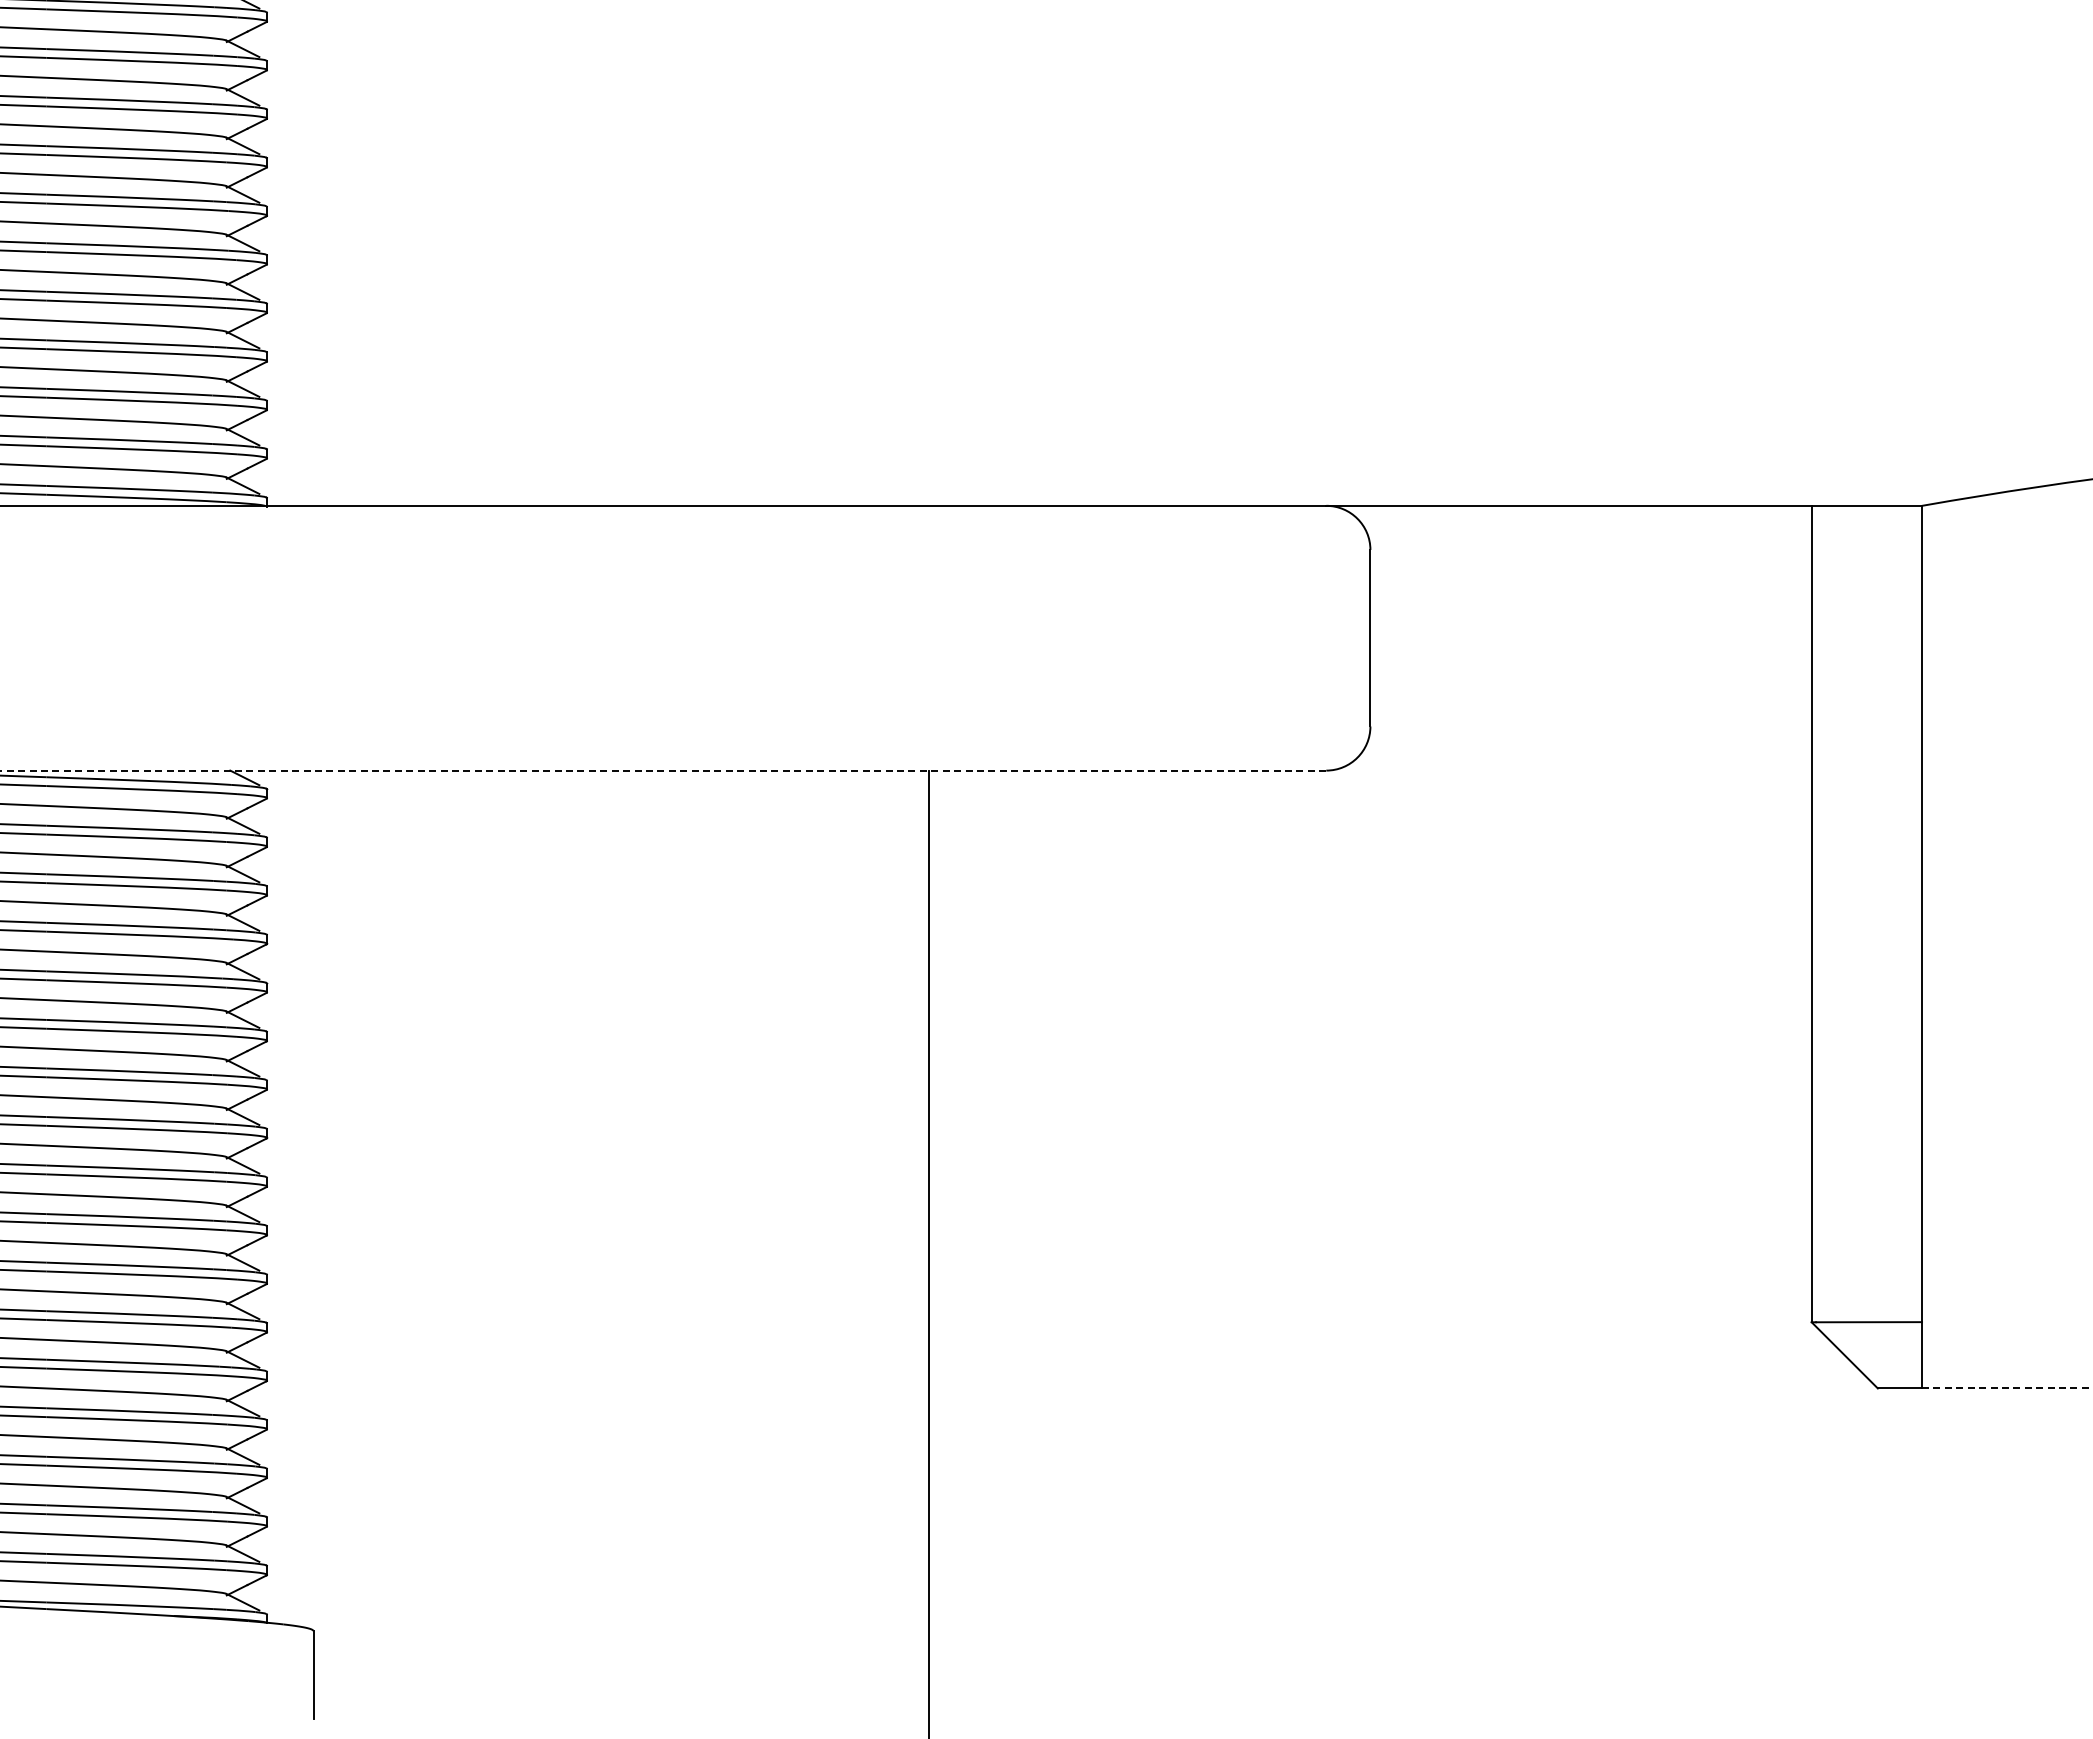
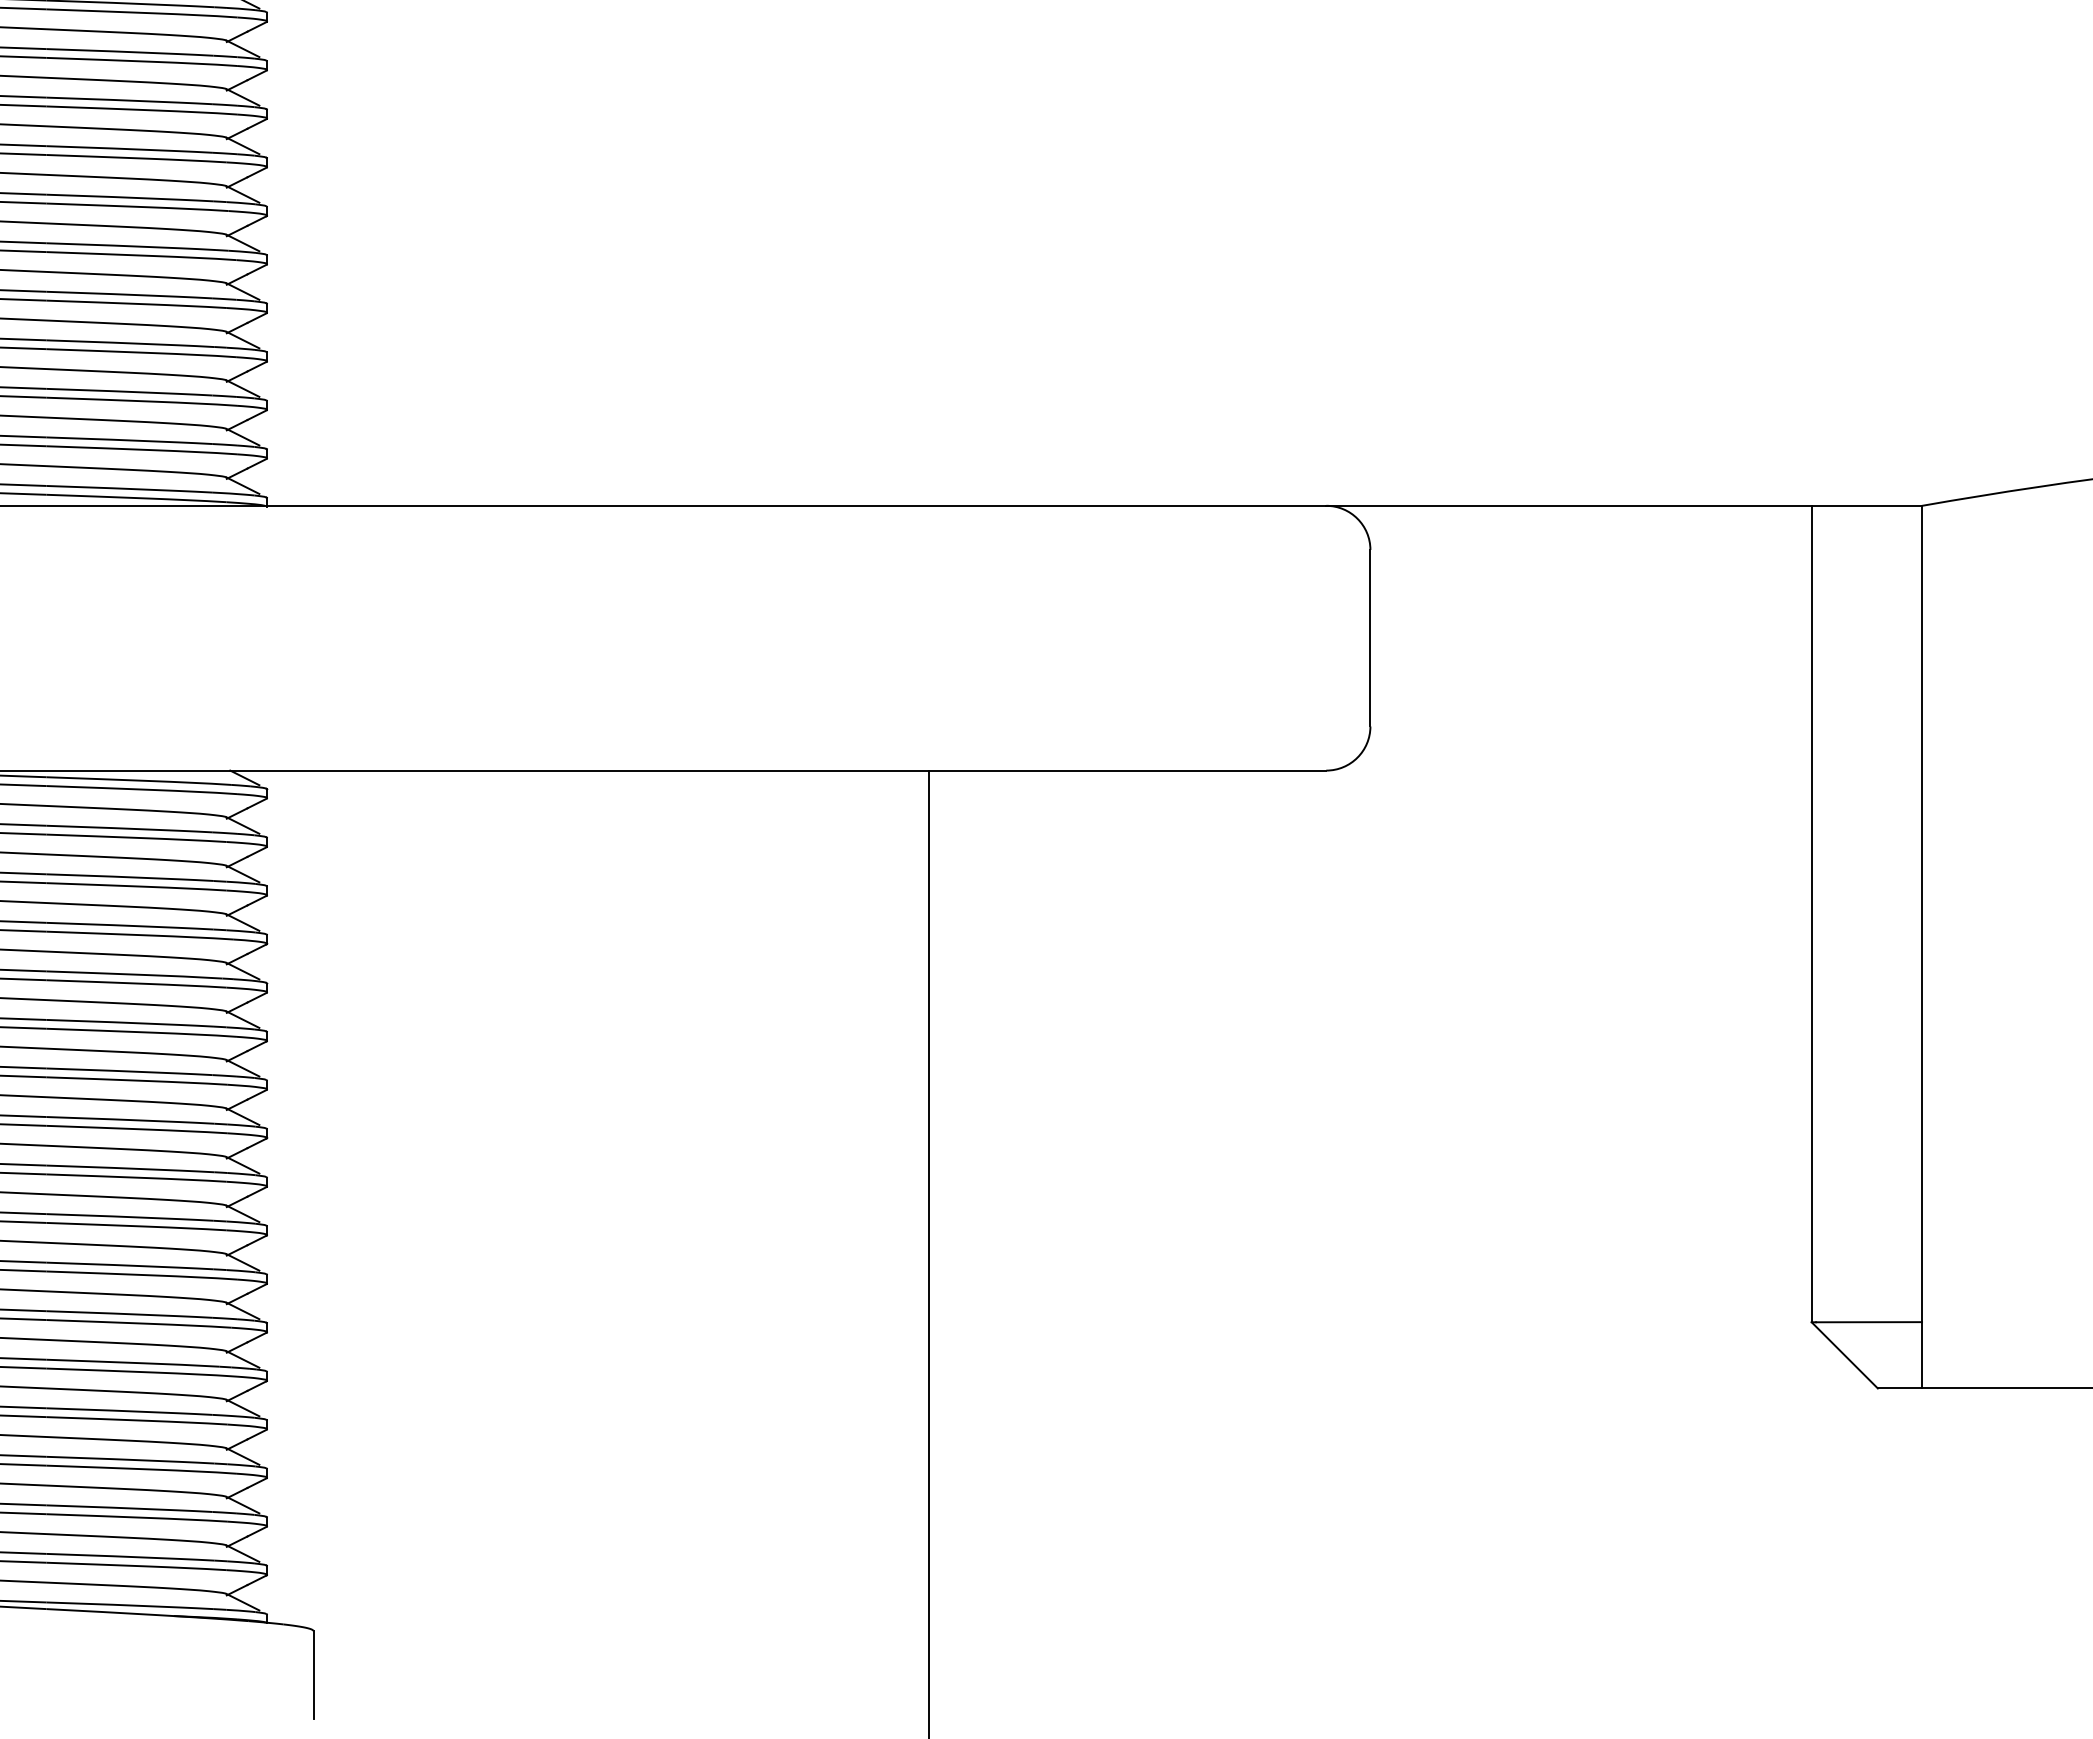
line at (663, 770): dashed -> solid
line at (2007, 1388): dashed -> solid
